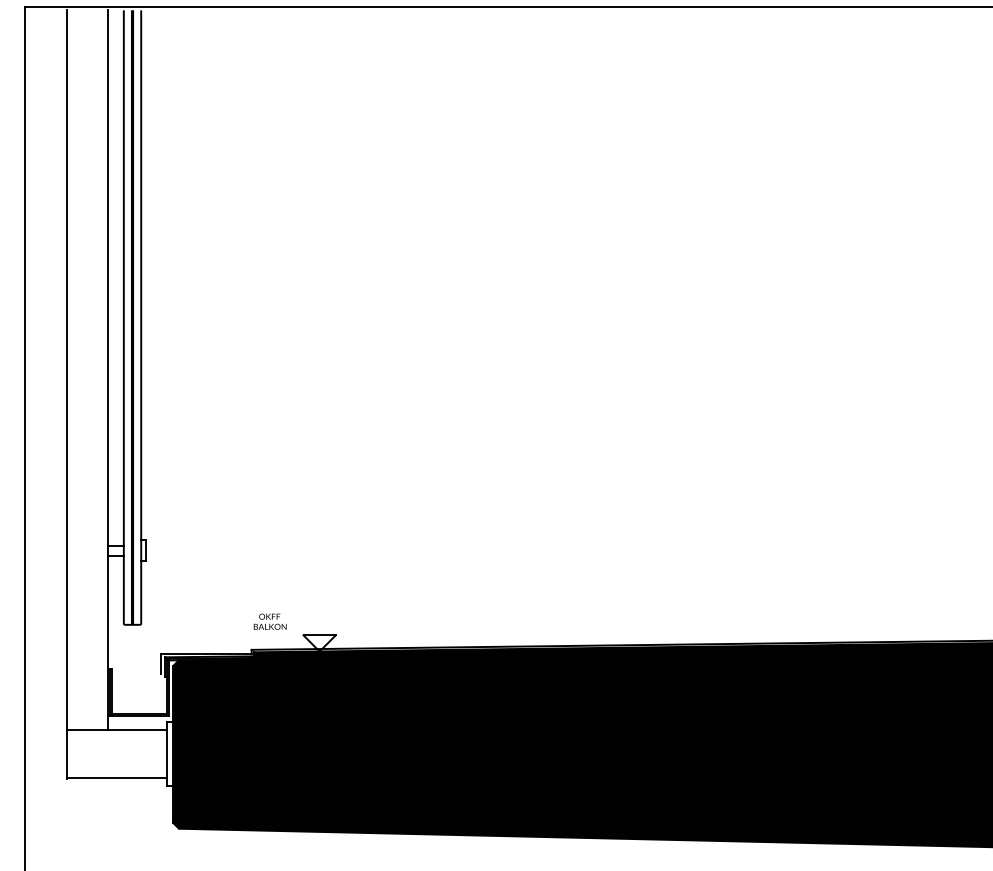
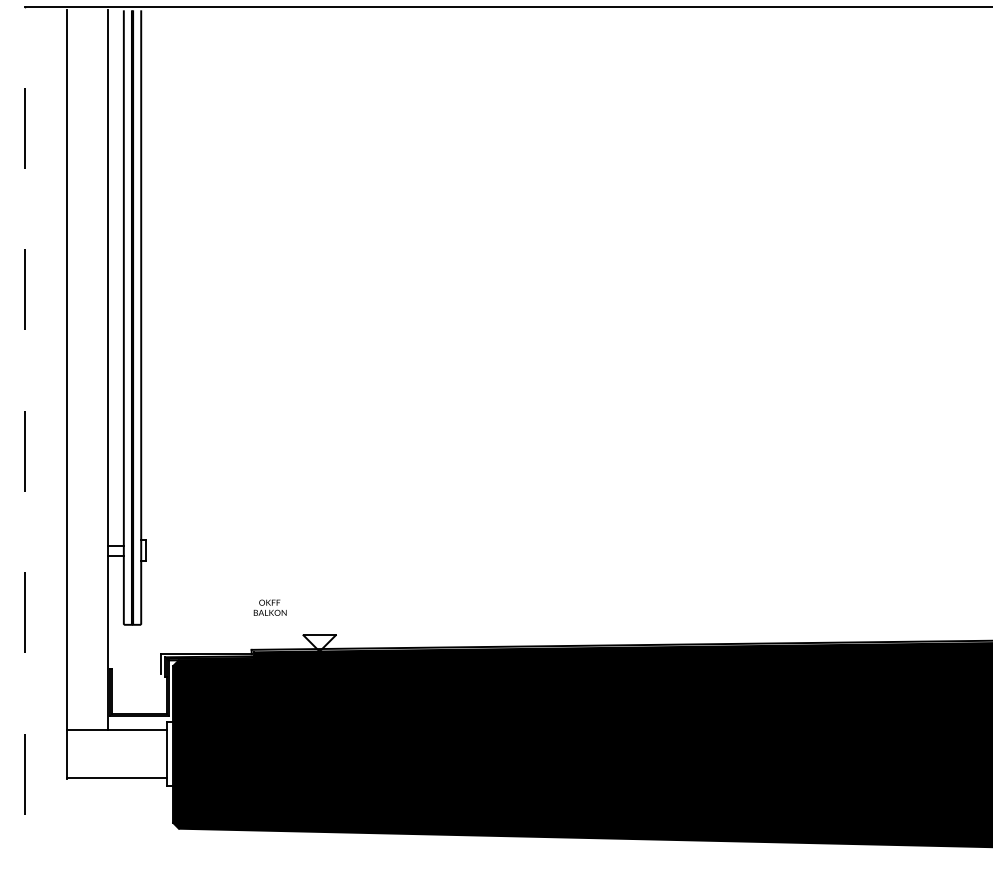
line at (24, 438): solid -> dashed
text at (269, 621) position: (269, 621) -> (269, 607)
